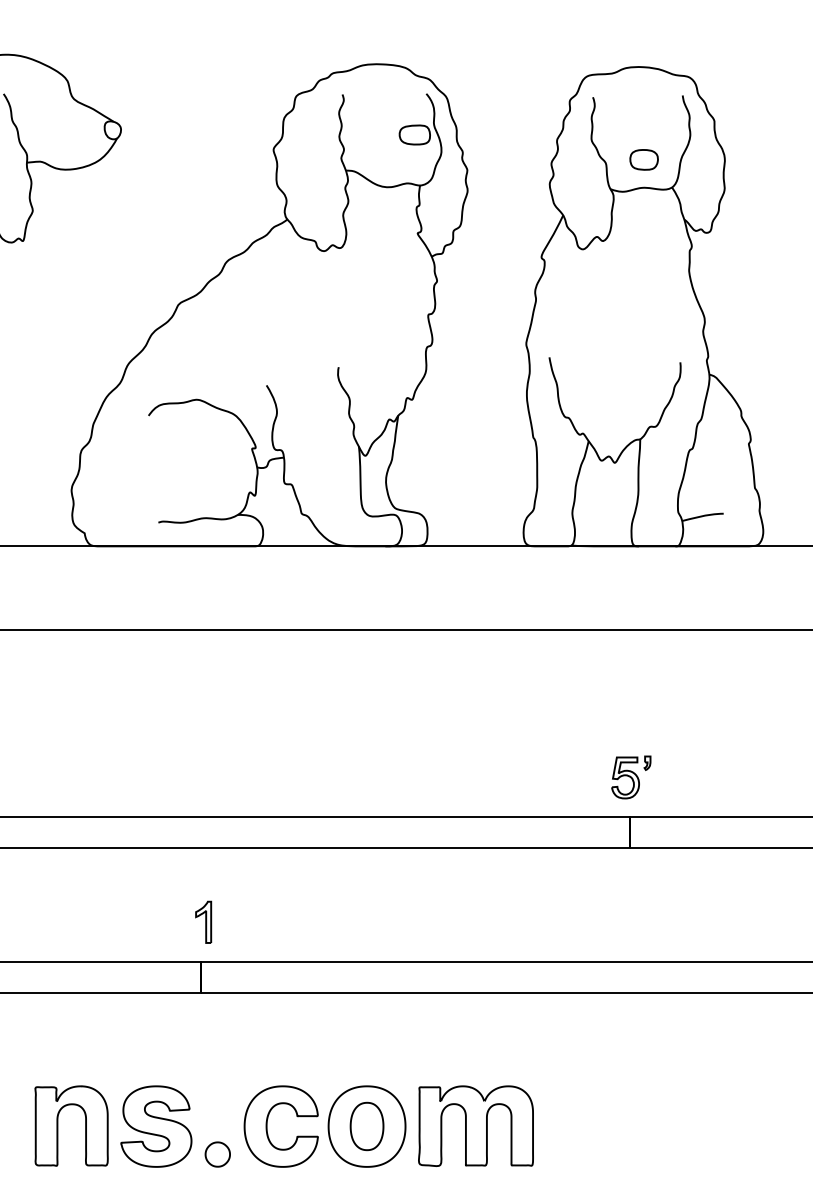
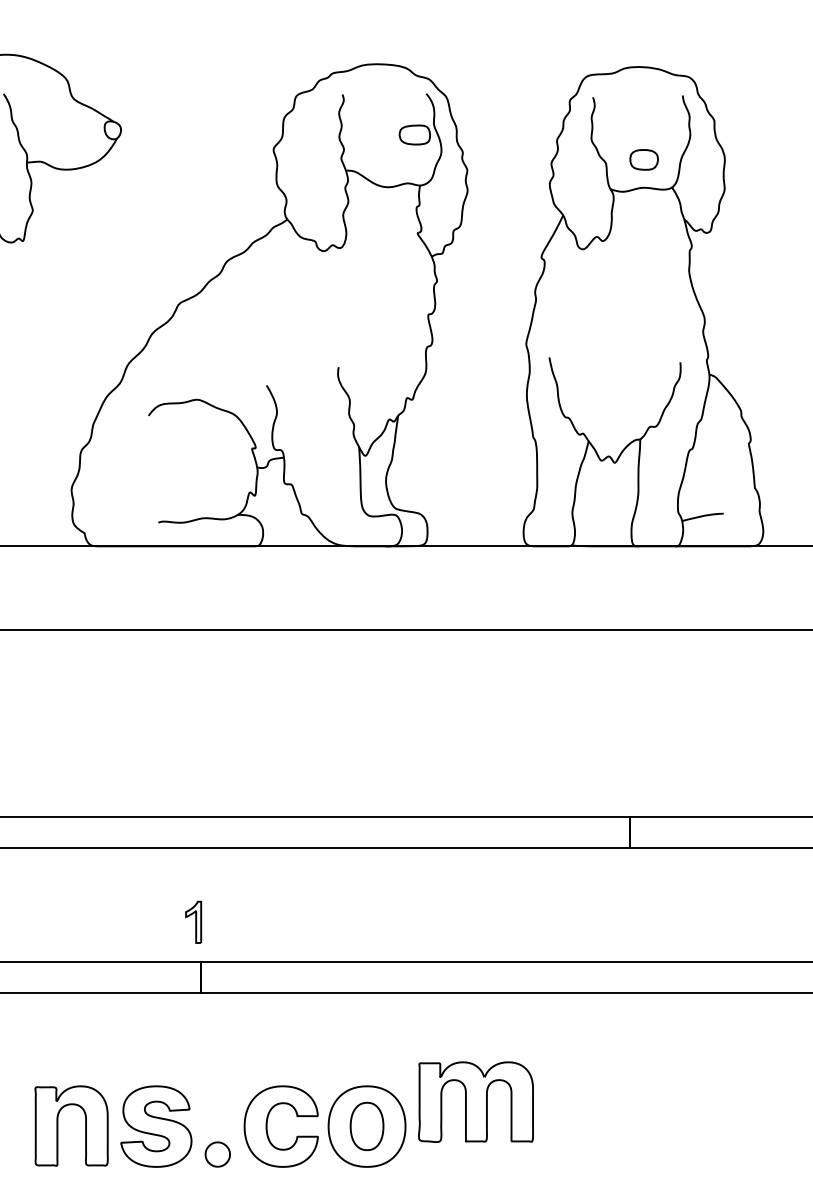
part at (631, 777): present -> none
part at (203, 921) position: (203, 921) -> (193, 921)
part at (475, 1125) position: (475, 1125) -> (475, 1101)
